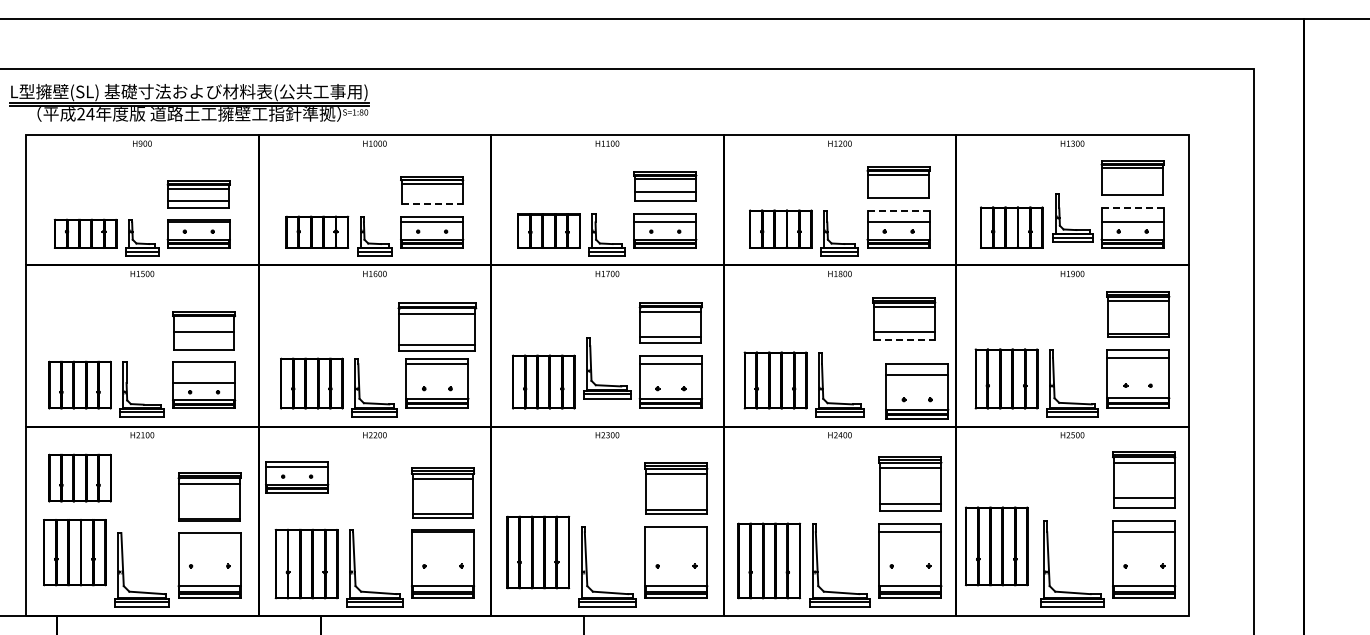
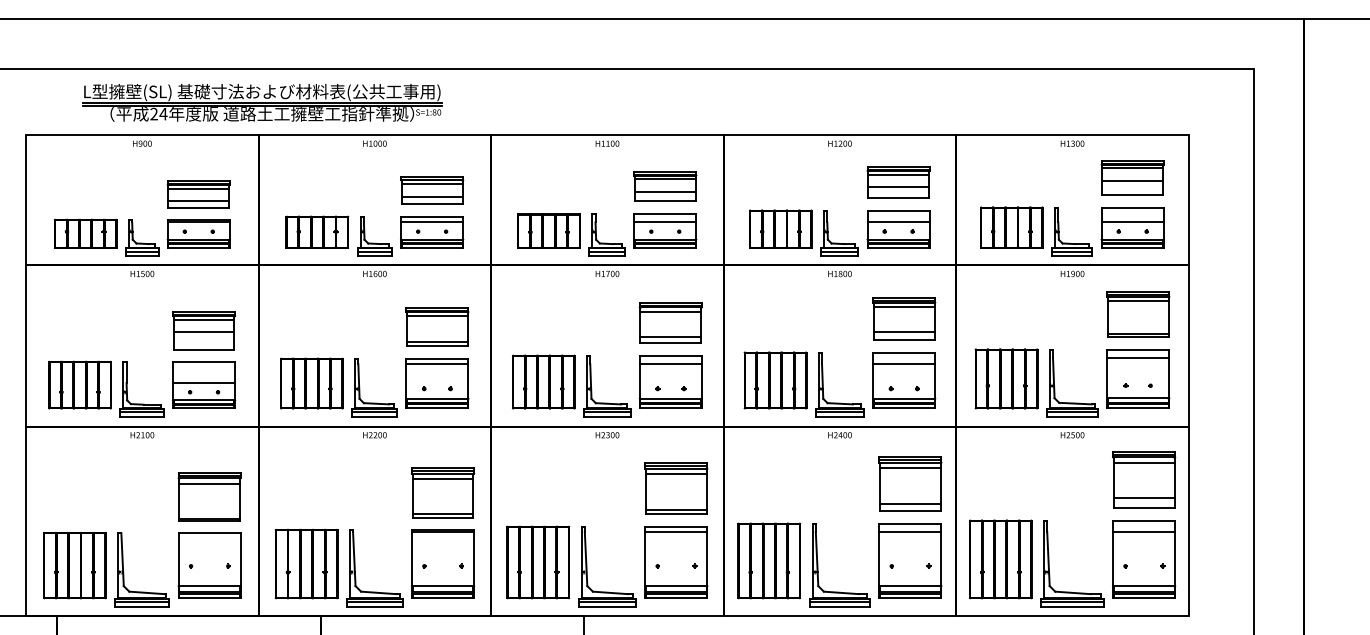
part at (189, 102) position: (189, 102) -> (262, 102)
line at (1132, 181): none -> present
line at (898, 187): none -> present
line at (431, 196): none -> present
line at (432, 204): dashed -> solid
line at (1132, 207): dashed -> solid
line at (898, 210): dashed -> solid
part at (1070, 228) position: (1070, 228) -> (1069, 242)
line at (203, 319): none -> present
part at (437, 326) size: 81x50 px -> 65x40 px
line at (904, 340): dashed -> solid
part at (592, 371) position: (592, 371) -> (592, 389)
part at (917, 391) position: (917, 391) -> (904, 380)
part at (79, 477): present -> none
part at (297, 477): present -> none
line at (676, 532): none -> present
part at (996, 546) position: (996, 546) -> (1000, 559)
part at (74, 552) position: (74, 552) -> (74, 565)
part at (538, 552) position: (538, 552) -> (538, 562)
